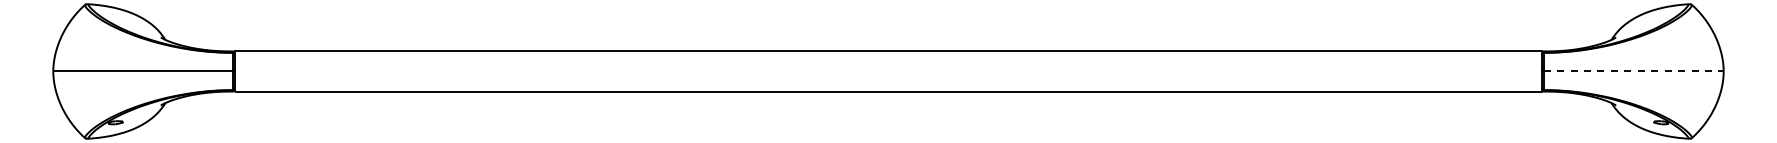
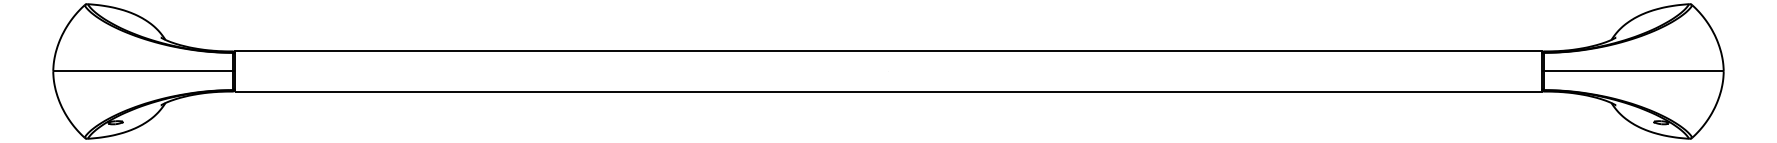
line at (1634, 71): dashed -> solid
